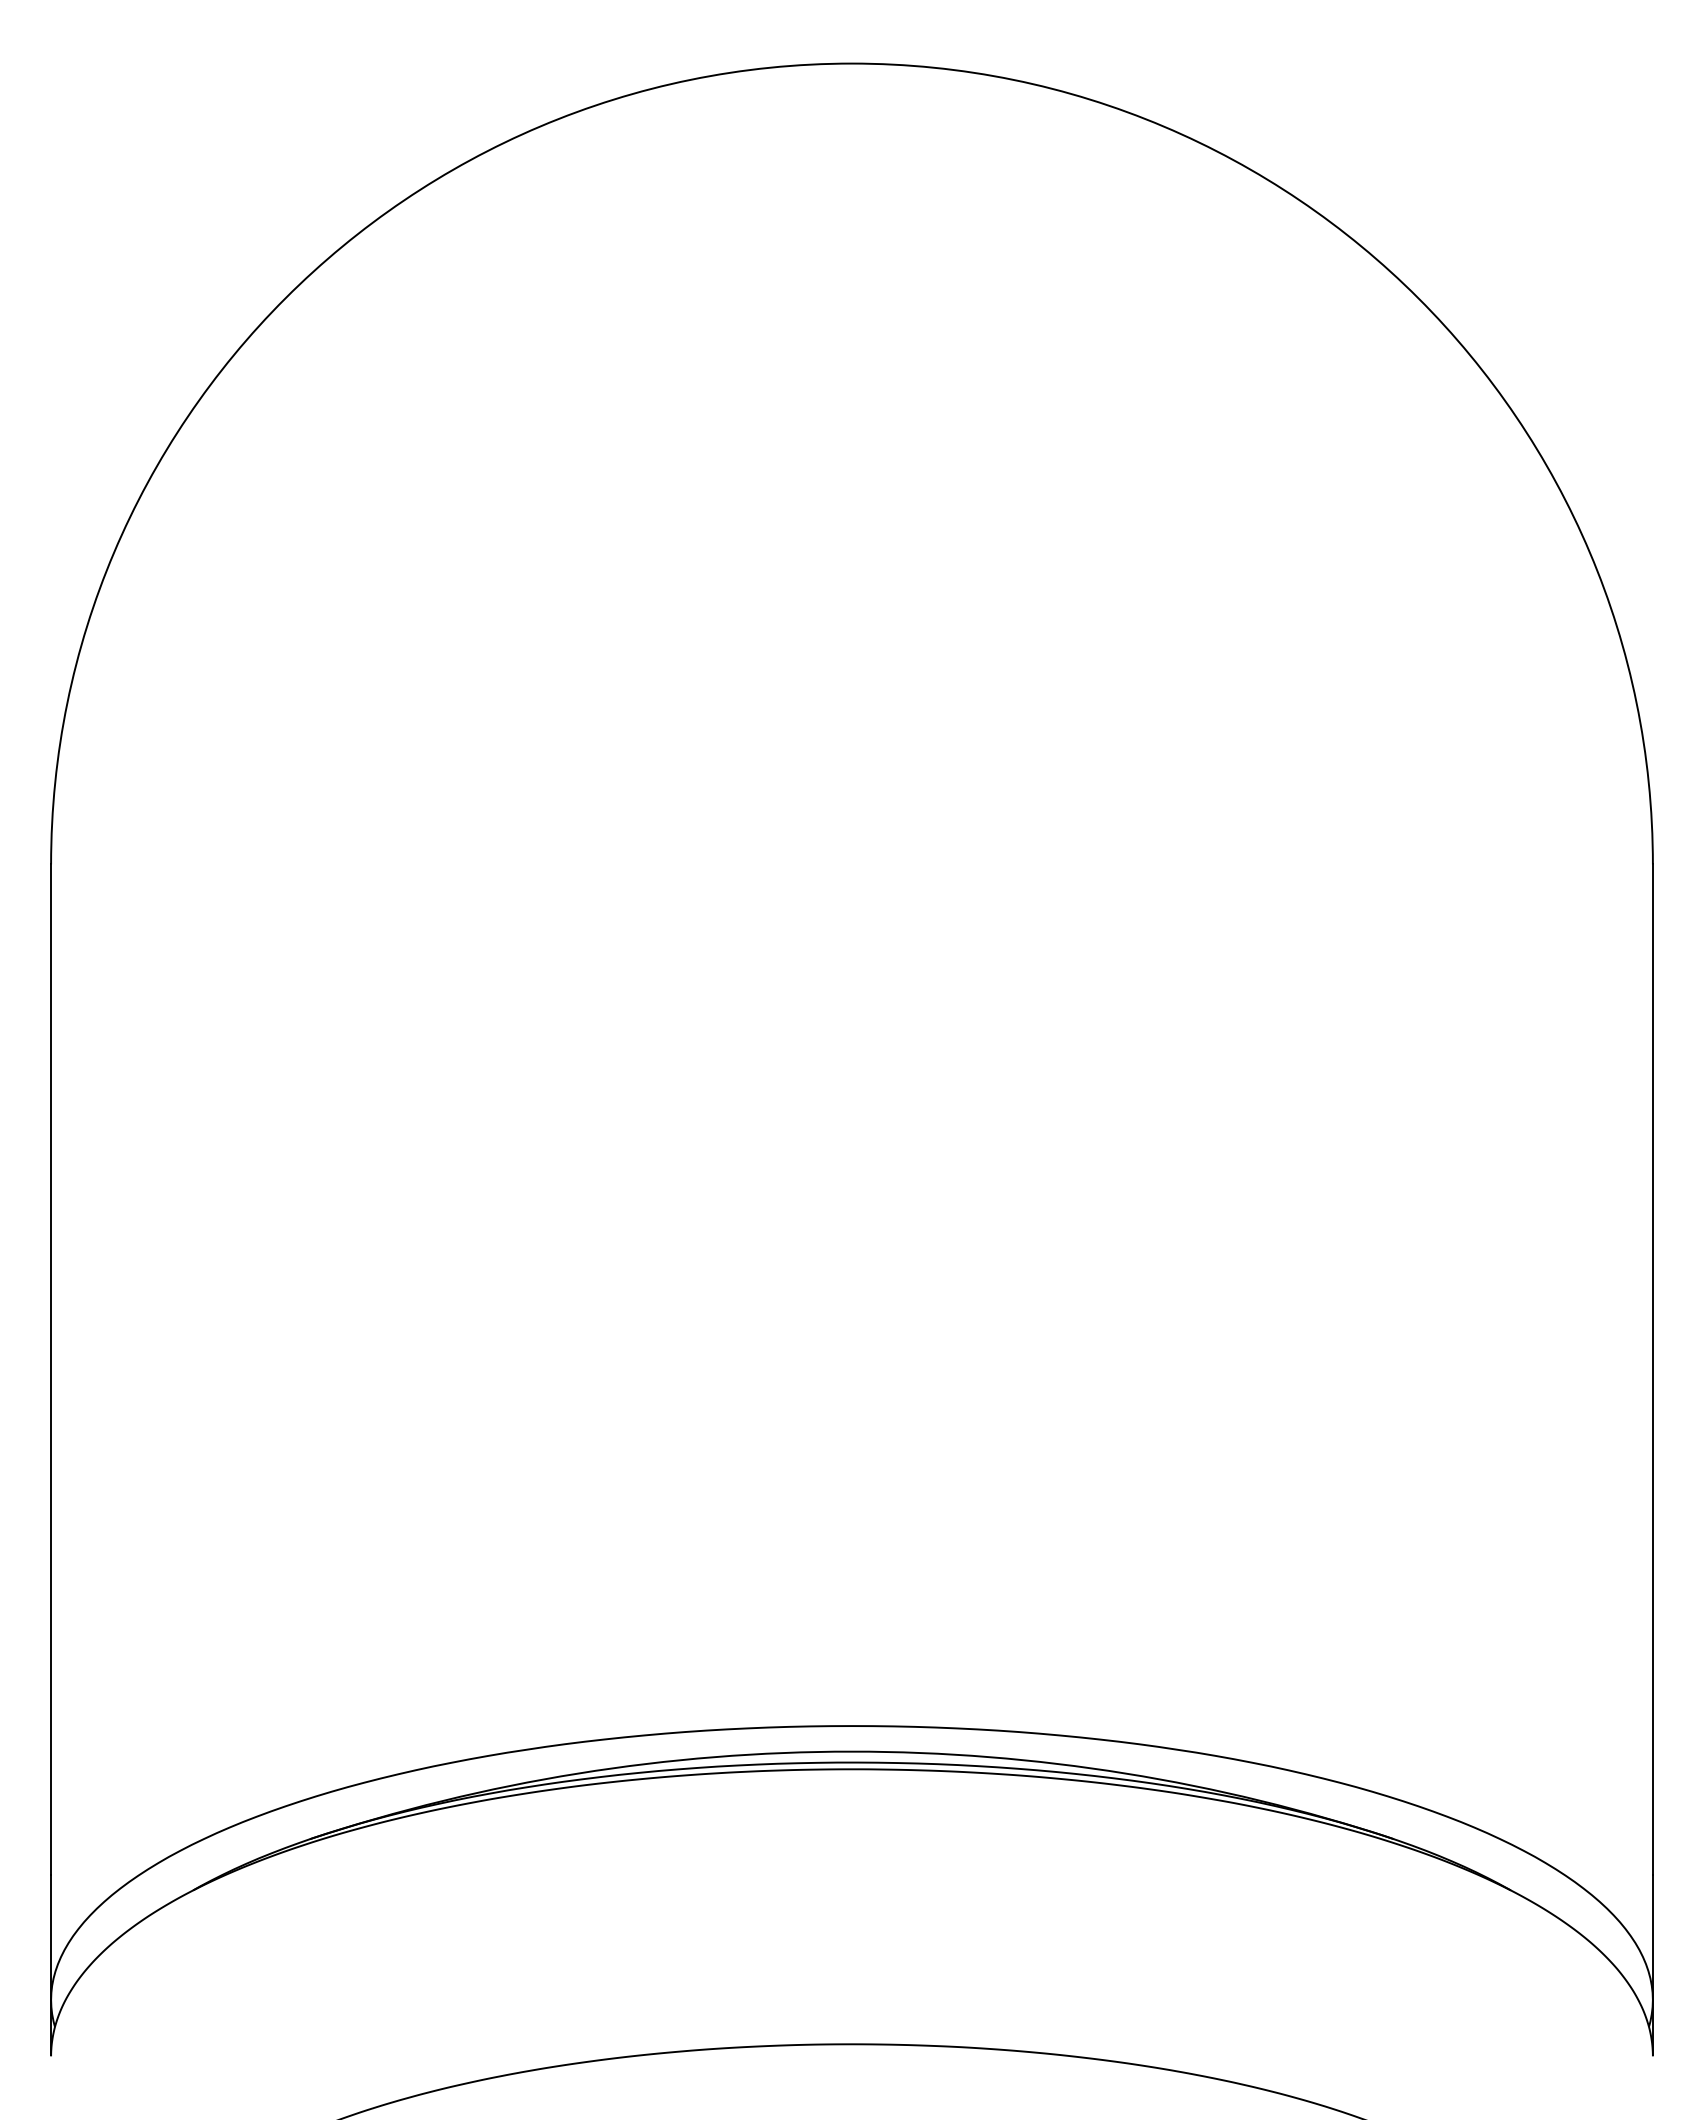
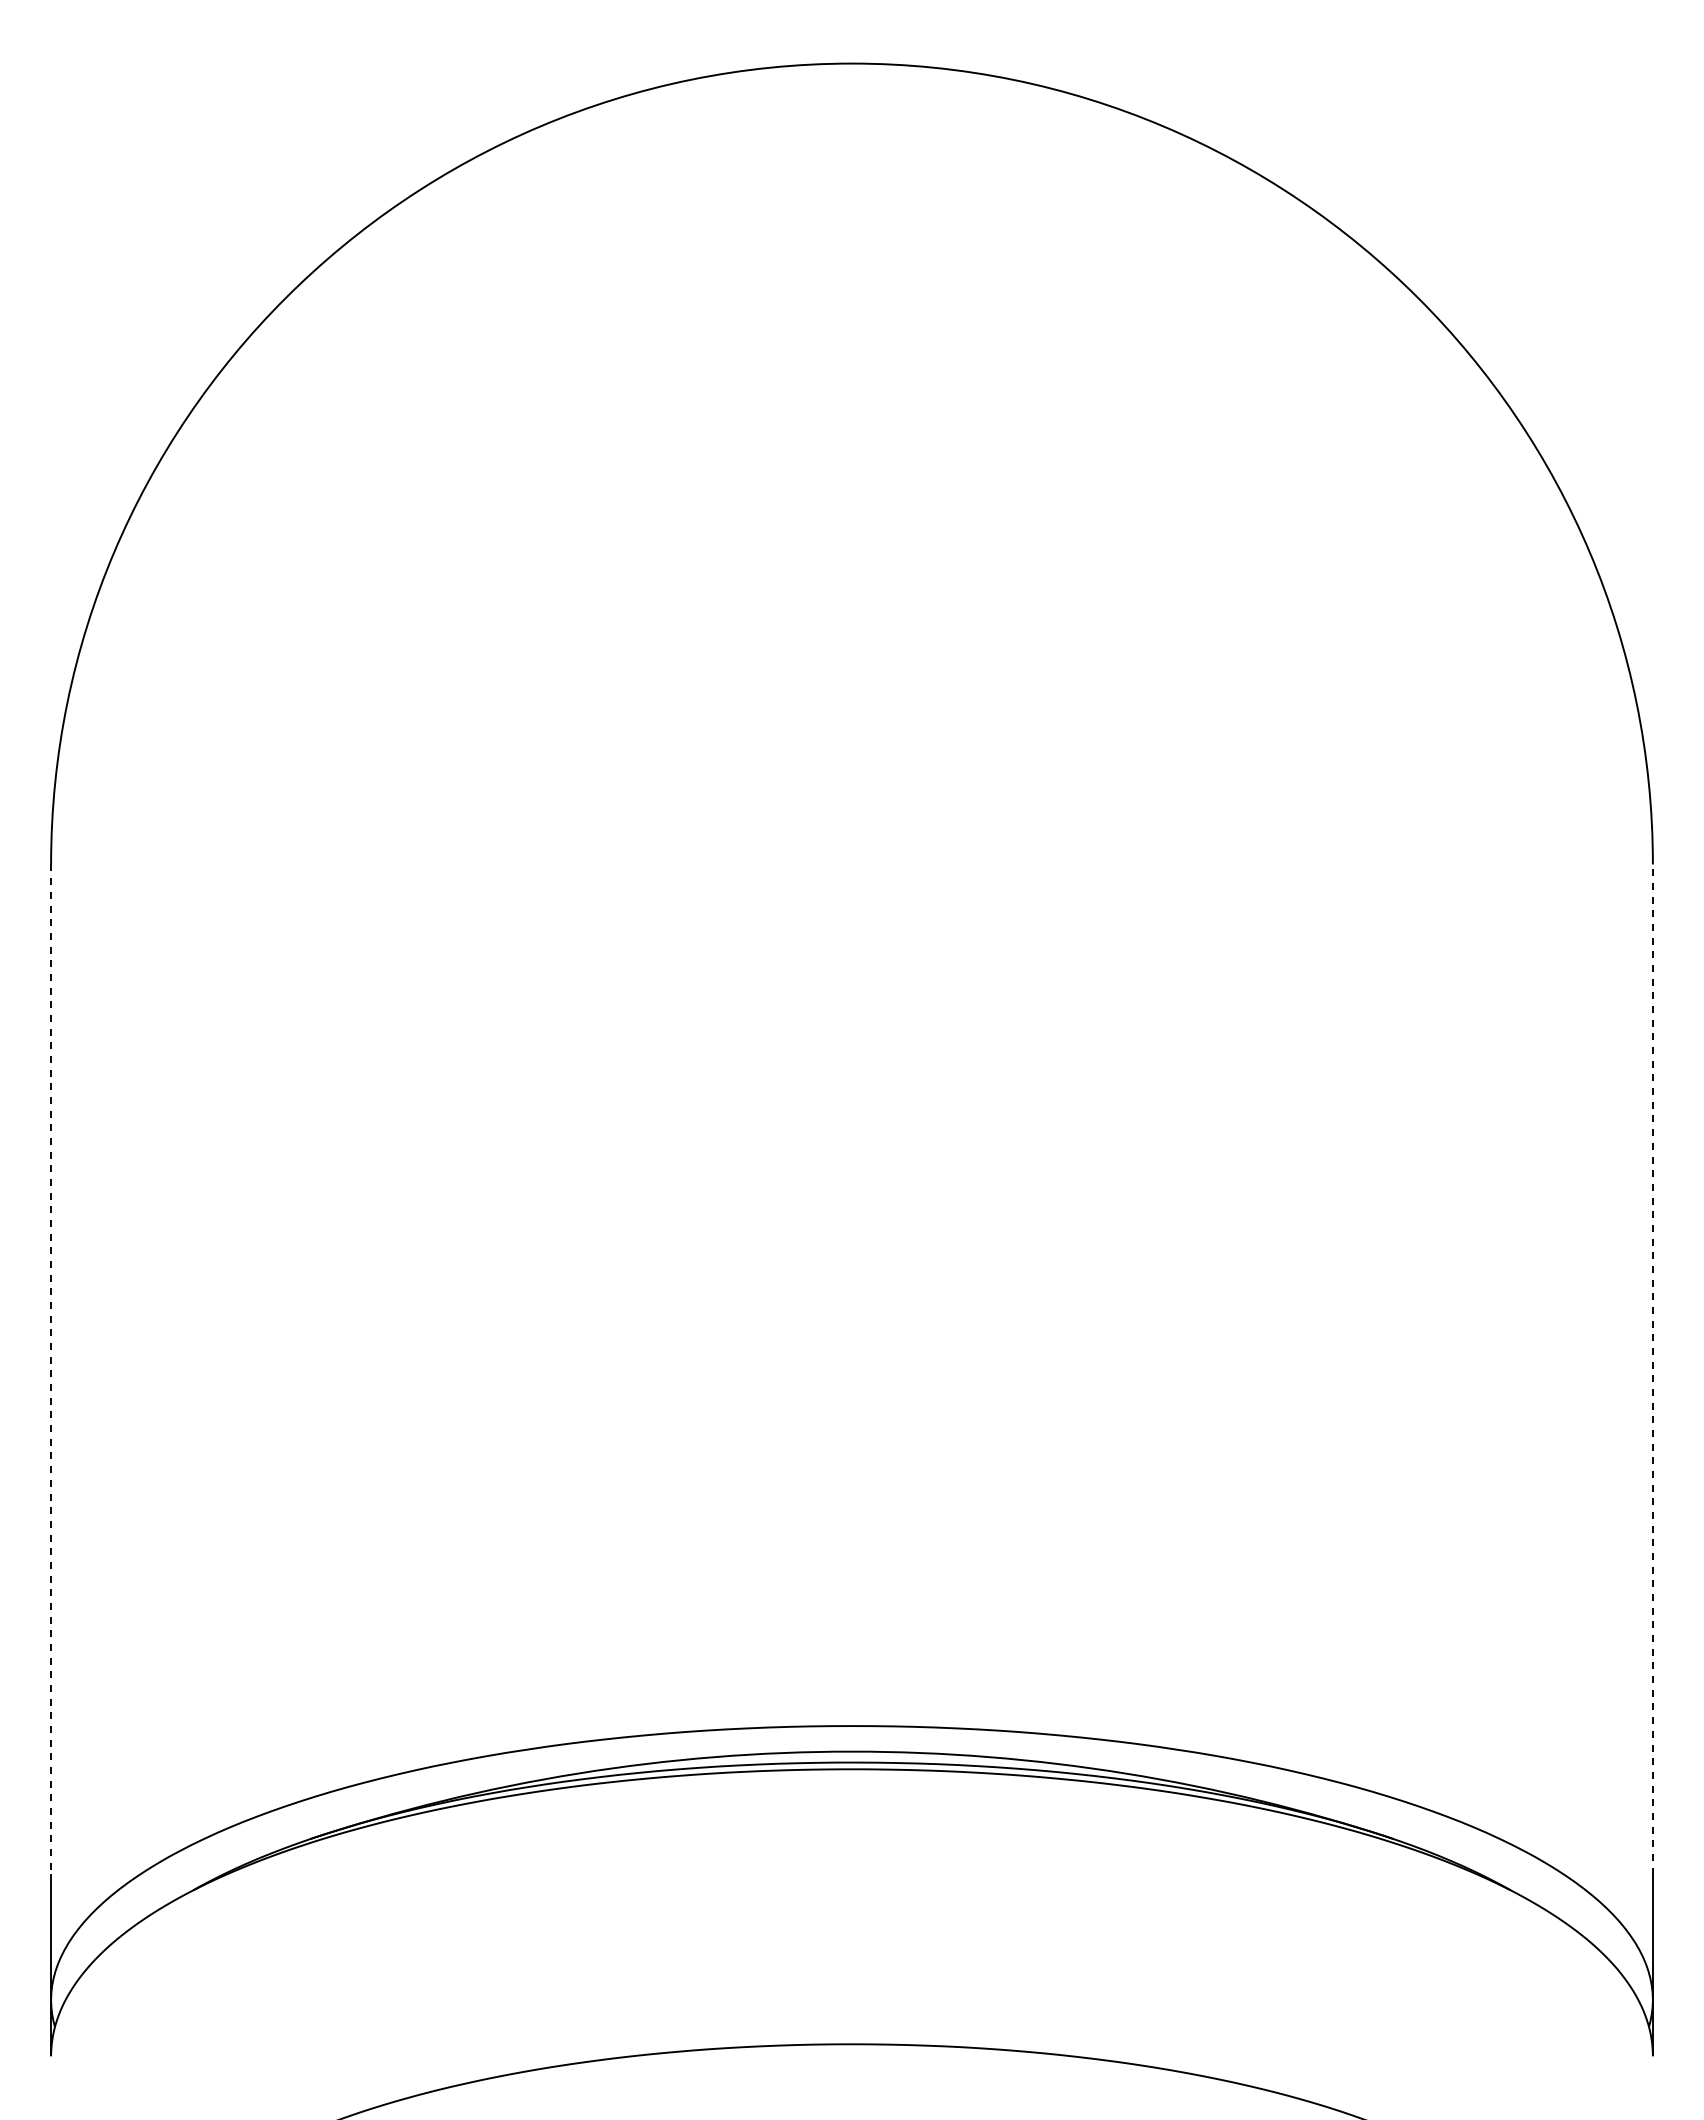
line at (1652, 1369): solid -> dashed
line at (51, 1370): solid -> dashed
